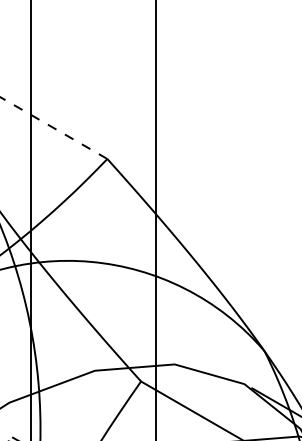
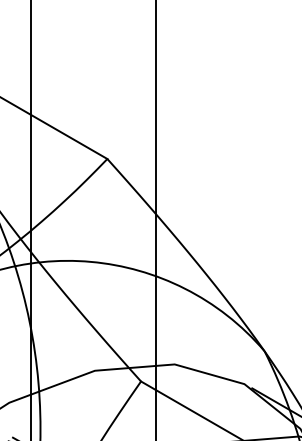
line at (53, 128): dashed -> solid
